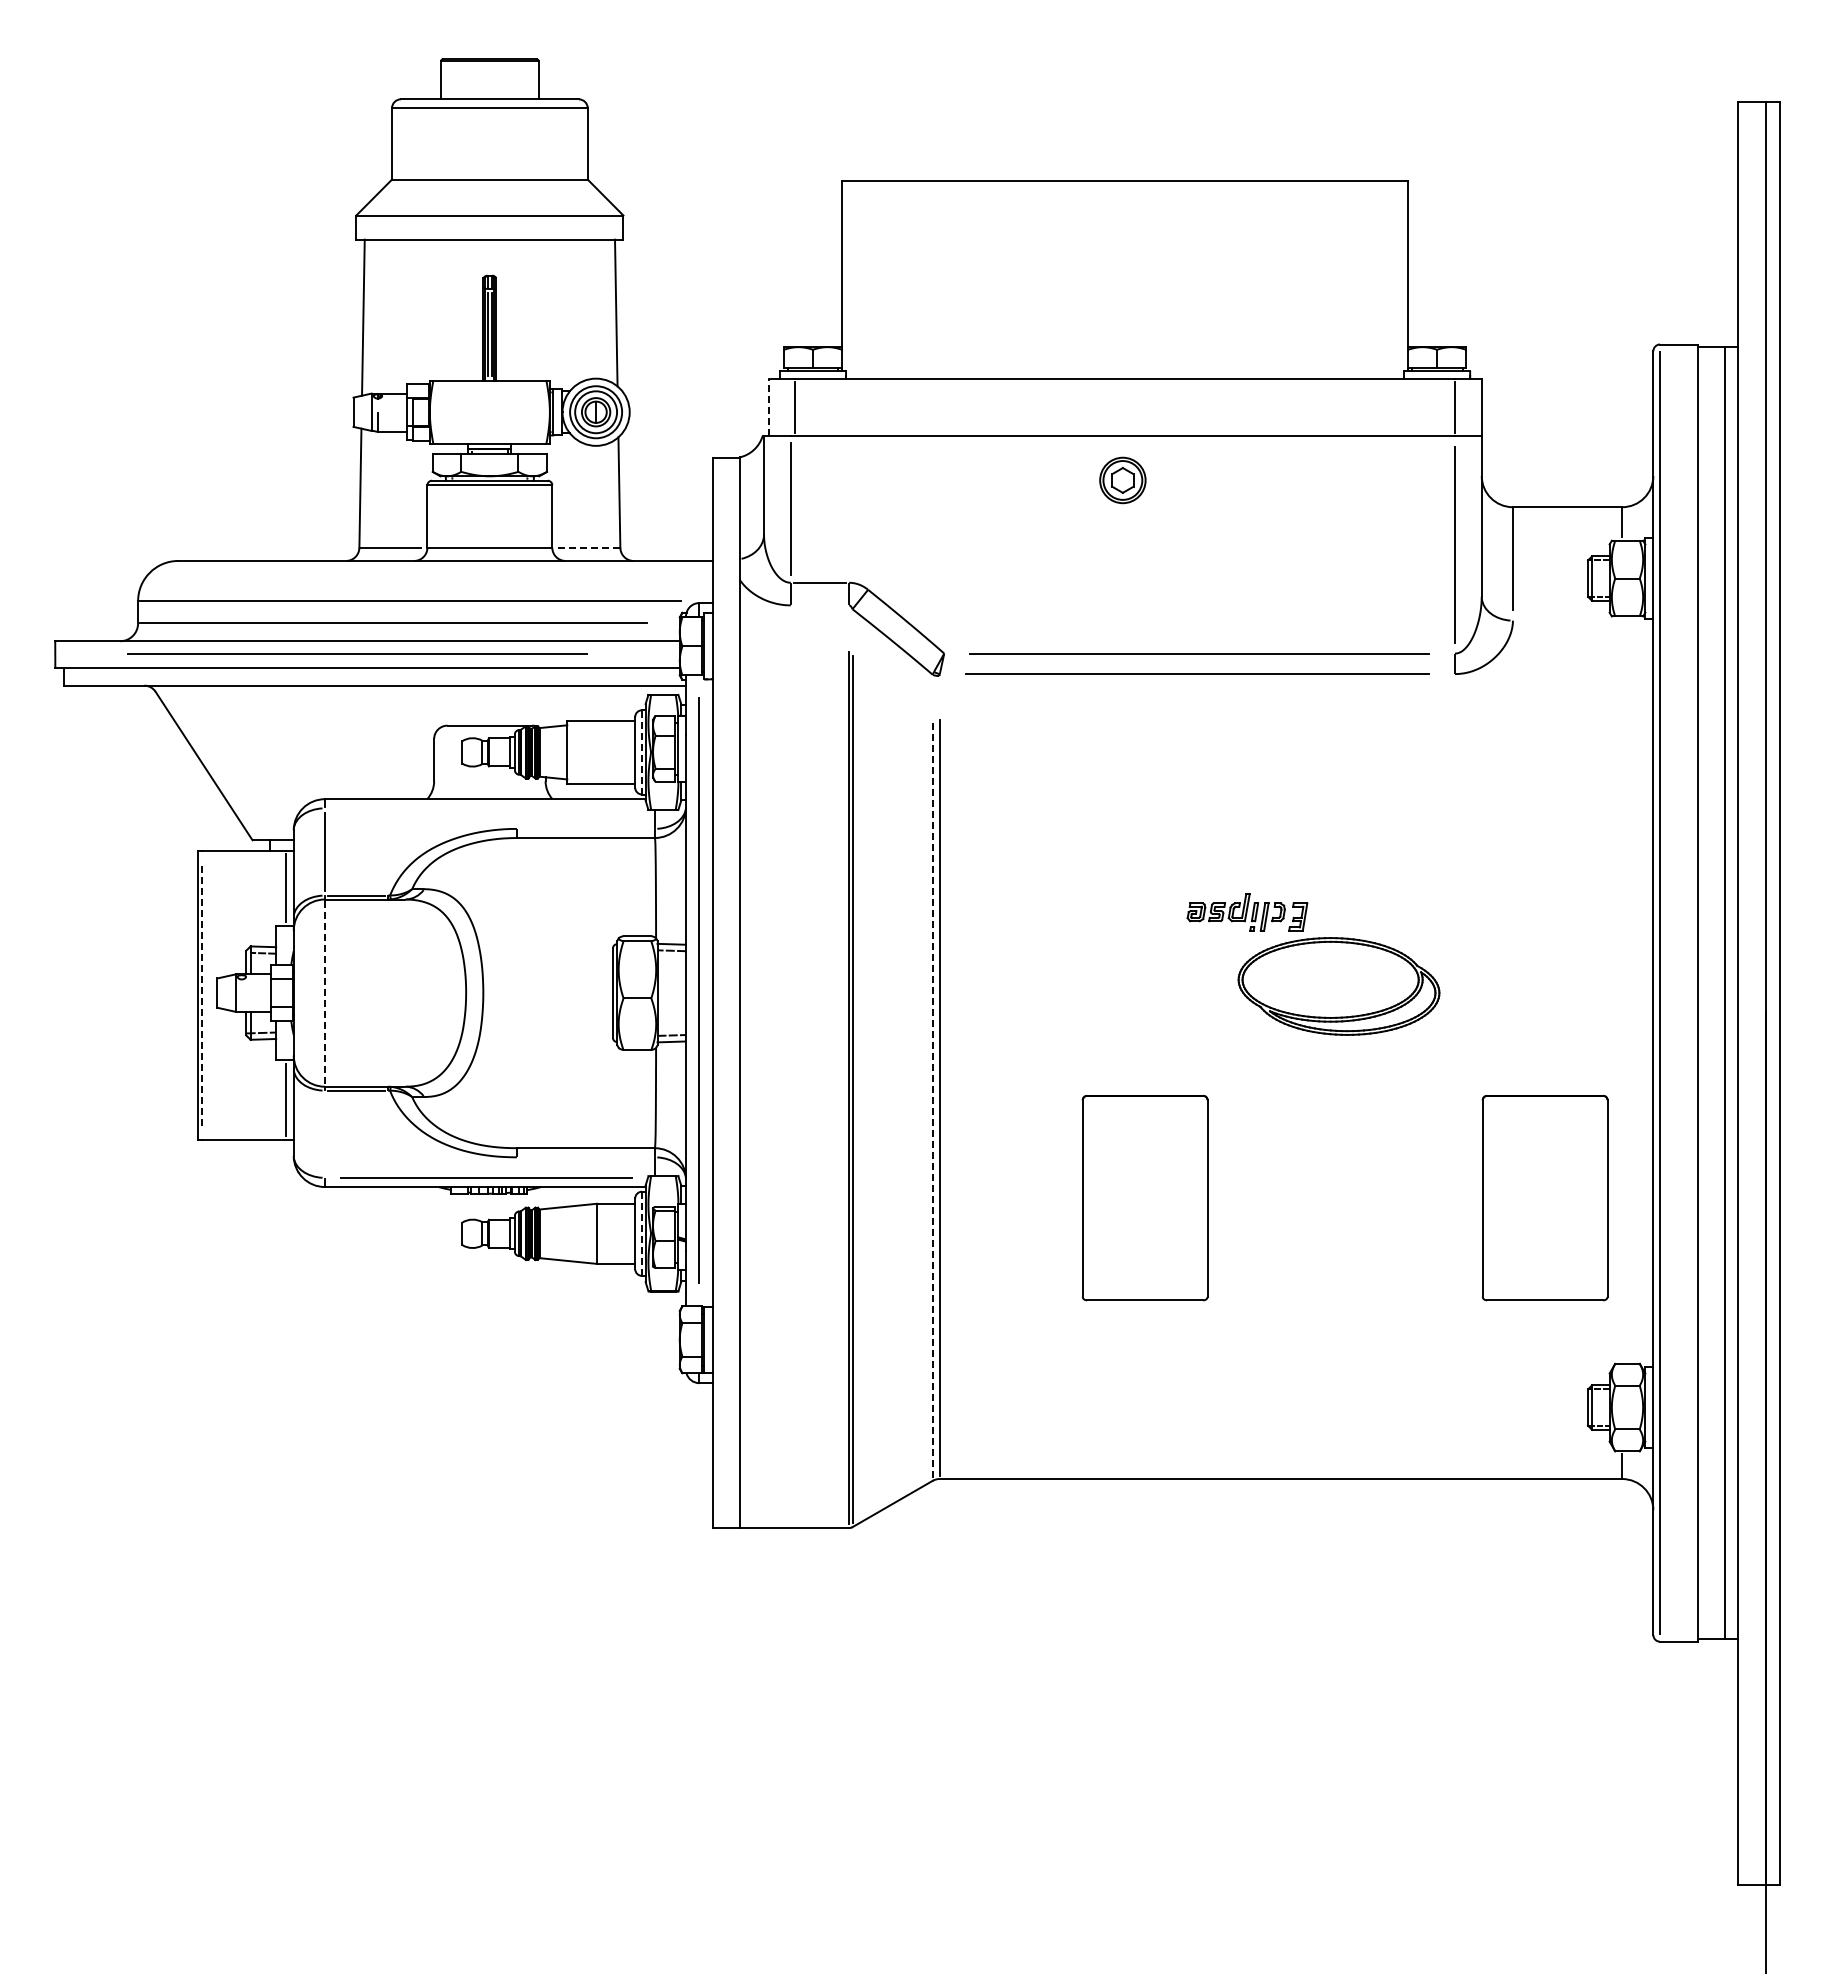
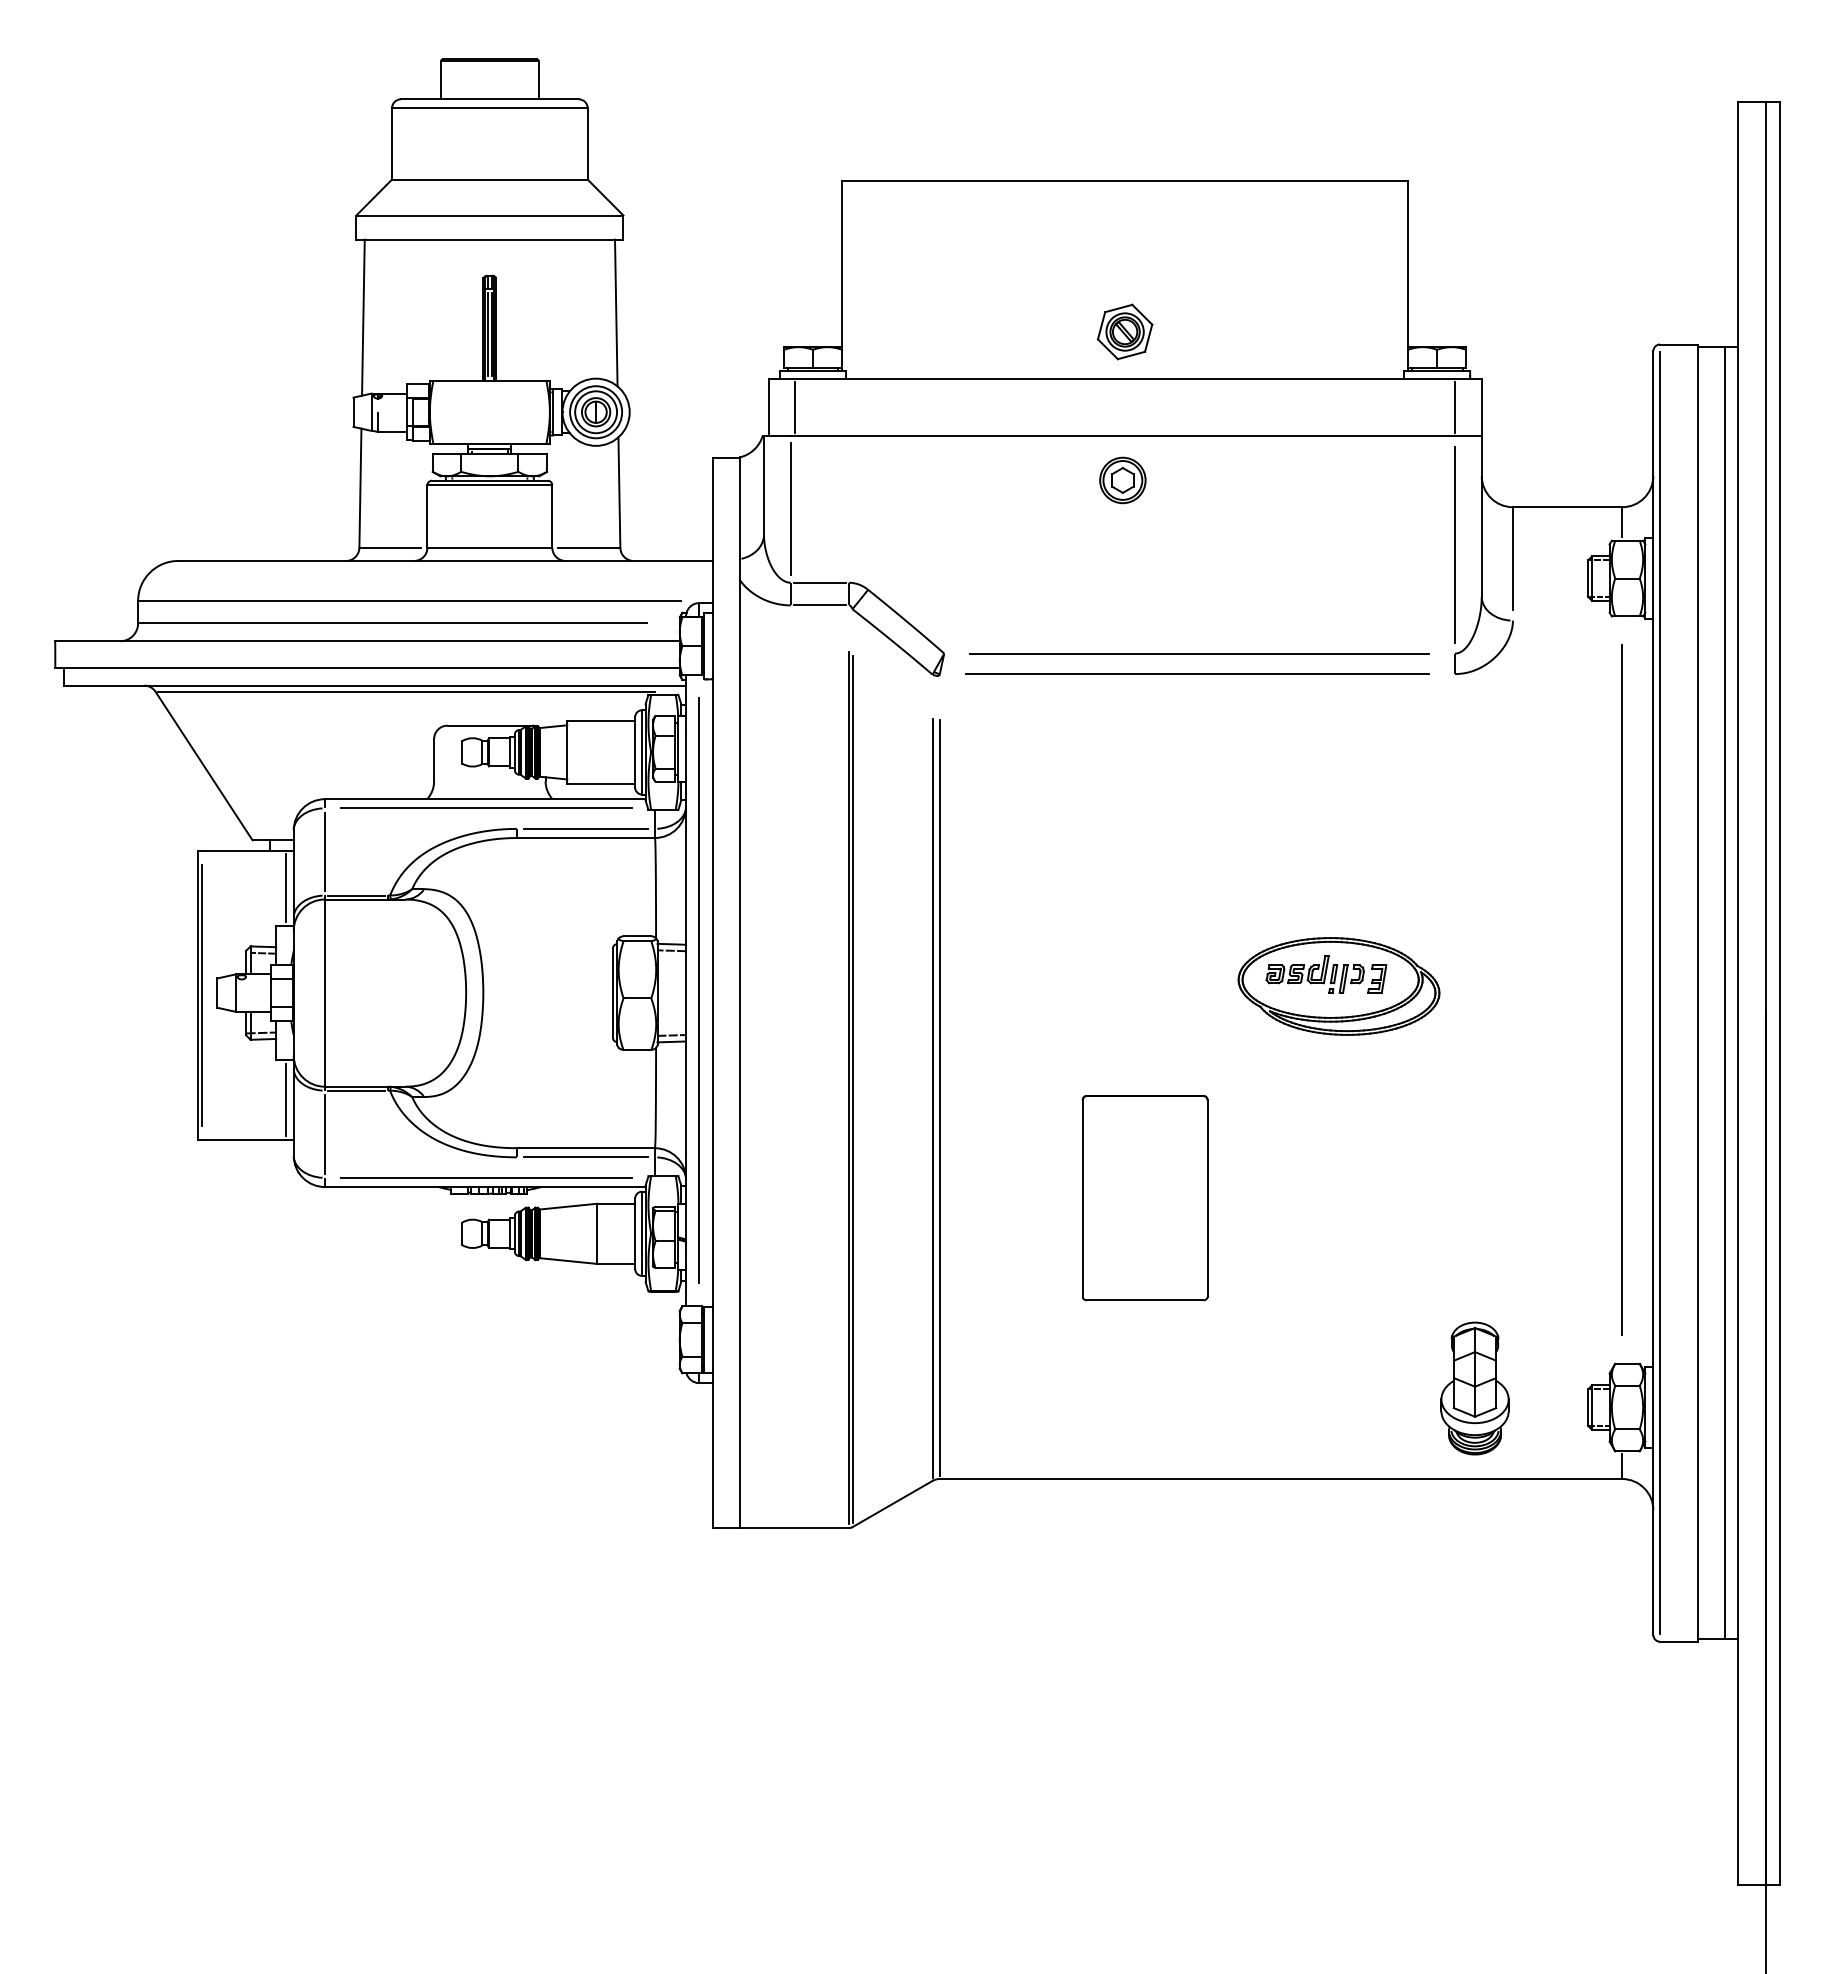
part at (1124, 331): none -> present
line at (768, 407): dashed -> solid
line at (589, 547): dashed -> solid
line at (819, 605): none -> present
line at (357, 653): present -> none
line at (406, 691): none -> present
line at (641, 752): dashed -> solid
line at (486, 808): none -> present
line at (585, 828): none -> present
part at (1247, 912) position: (1247, 912) -> (1326, 974)
line at (1622, 989): none -> present
line at (324, 993): dashed -> solid
line at (202, 994): dashed -> solid
line at (932, 1097): dashed -> solid
line at (324, 1134): none -> present
line at (585, 1157): none -> present
part at (1544, 1197): present -> none
line at (641, 1233): dashed -> solid
part at (1474, 1388): none -> present
